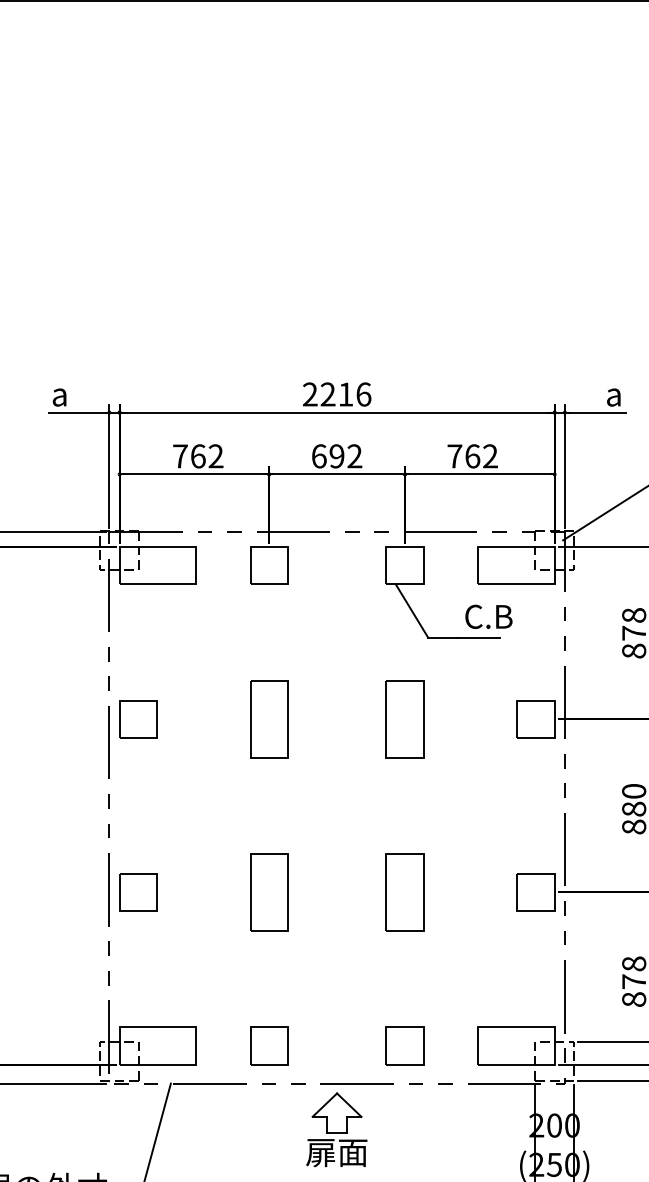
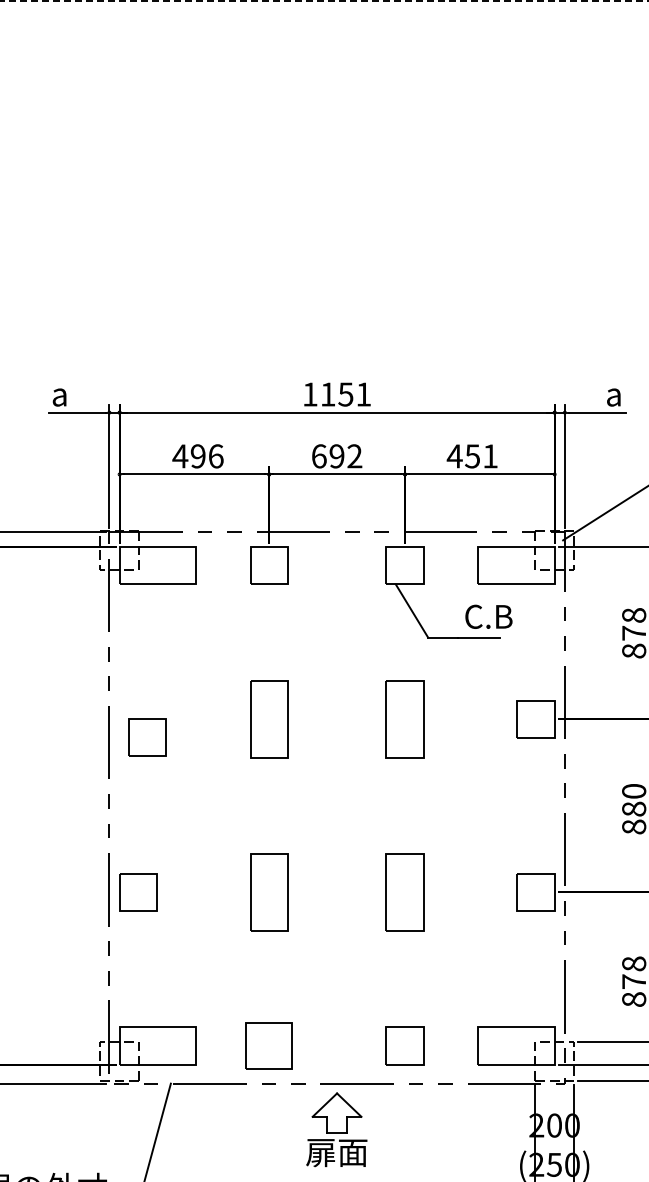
line at (324, 0): solid -> dashed
text at (336, 394): 2216 -> 1151
text at (197, 456): 762 -> 496
text at (471, 456): 762 -> 451
part at (138, 719) position: (138, 719) -> (147, 737)
part at (269, 1045) size: 39x40 px -> 48x48 px
